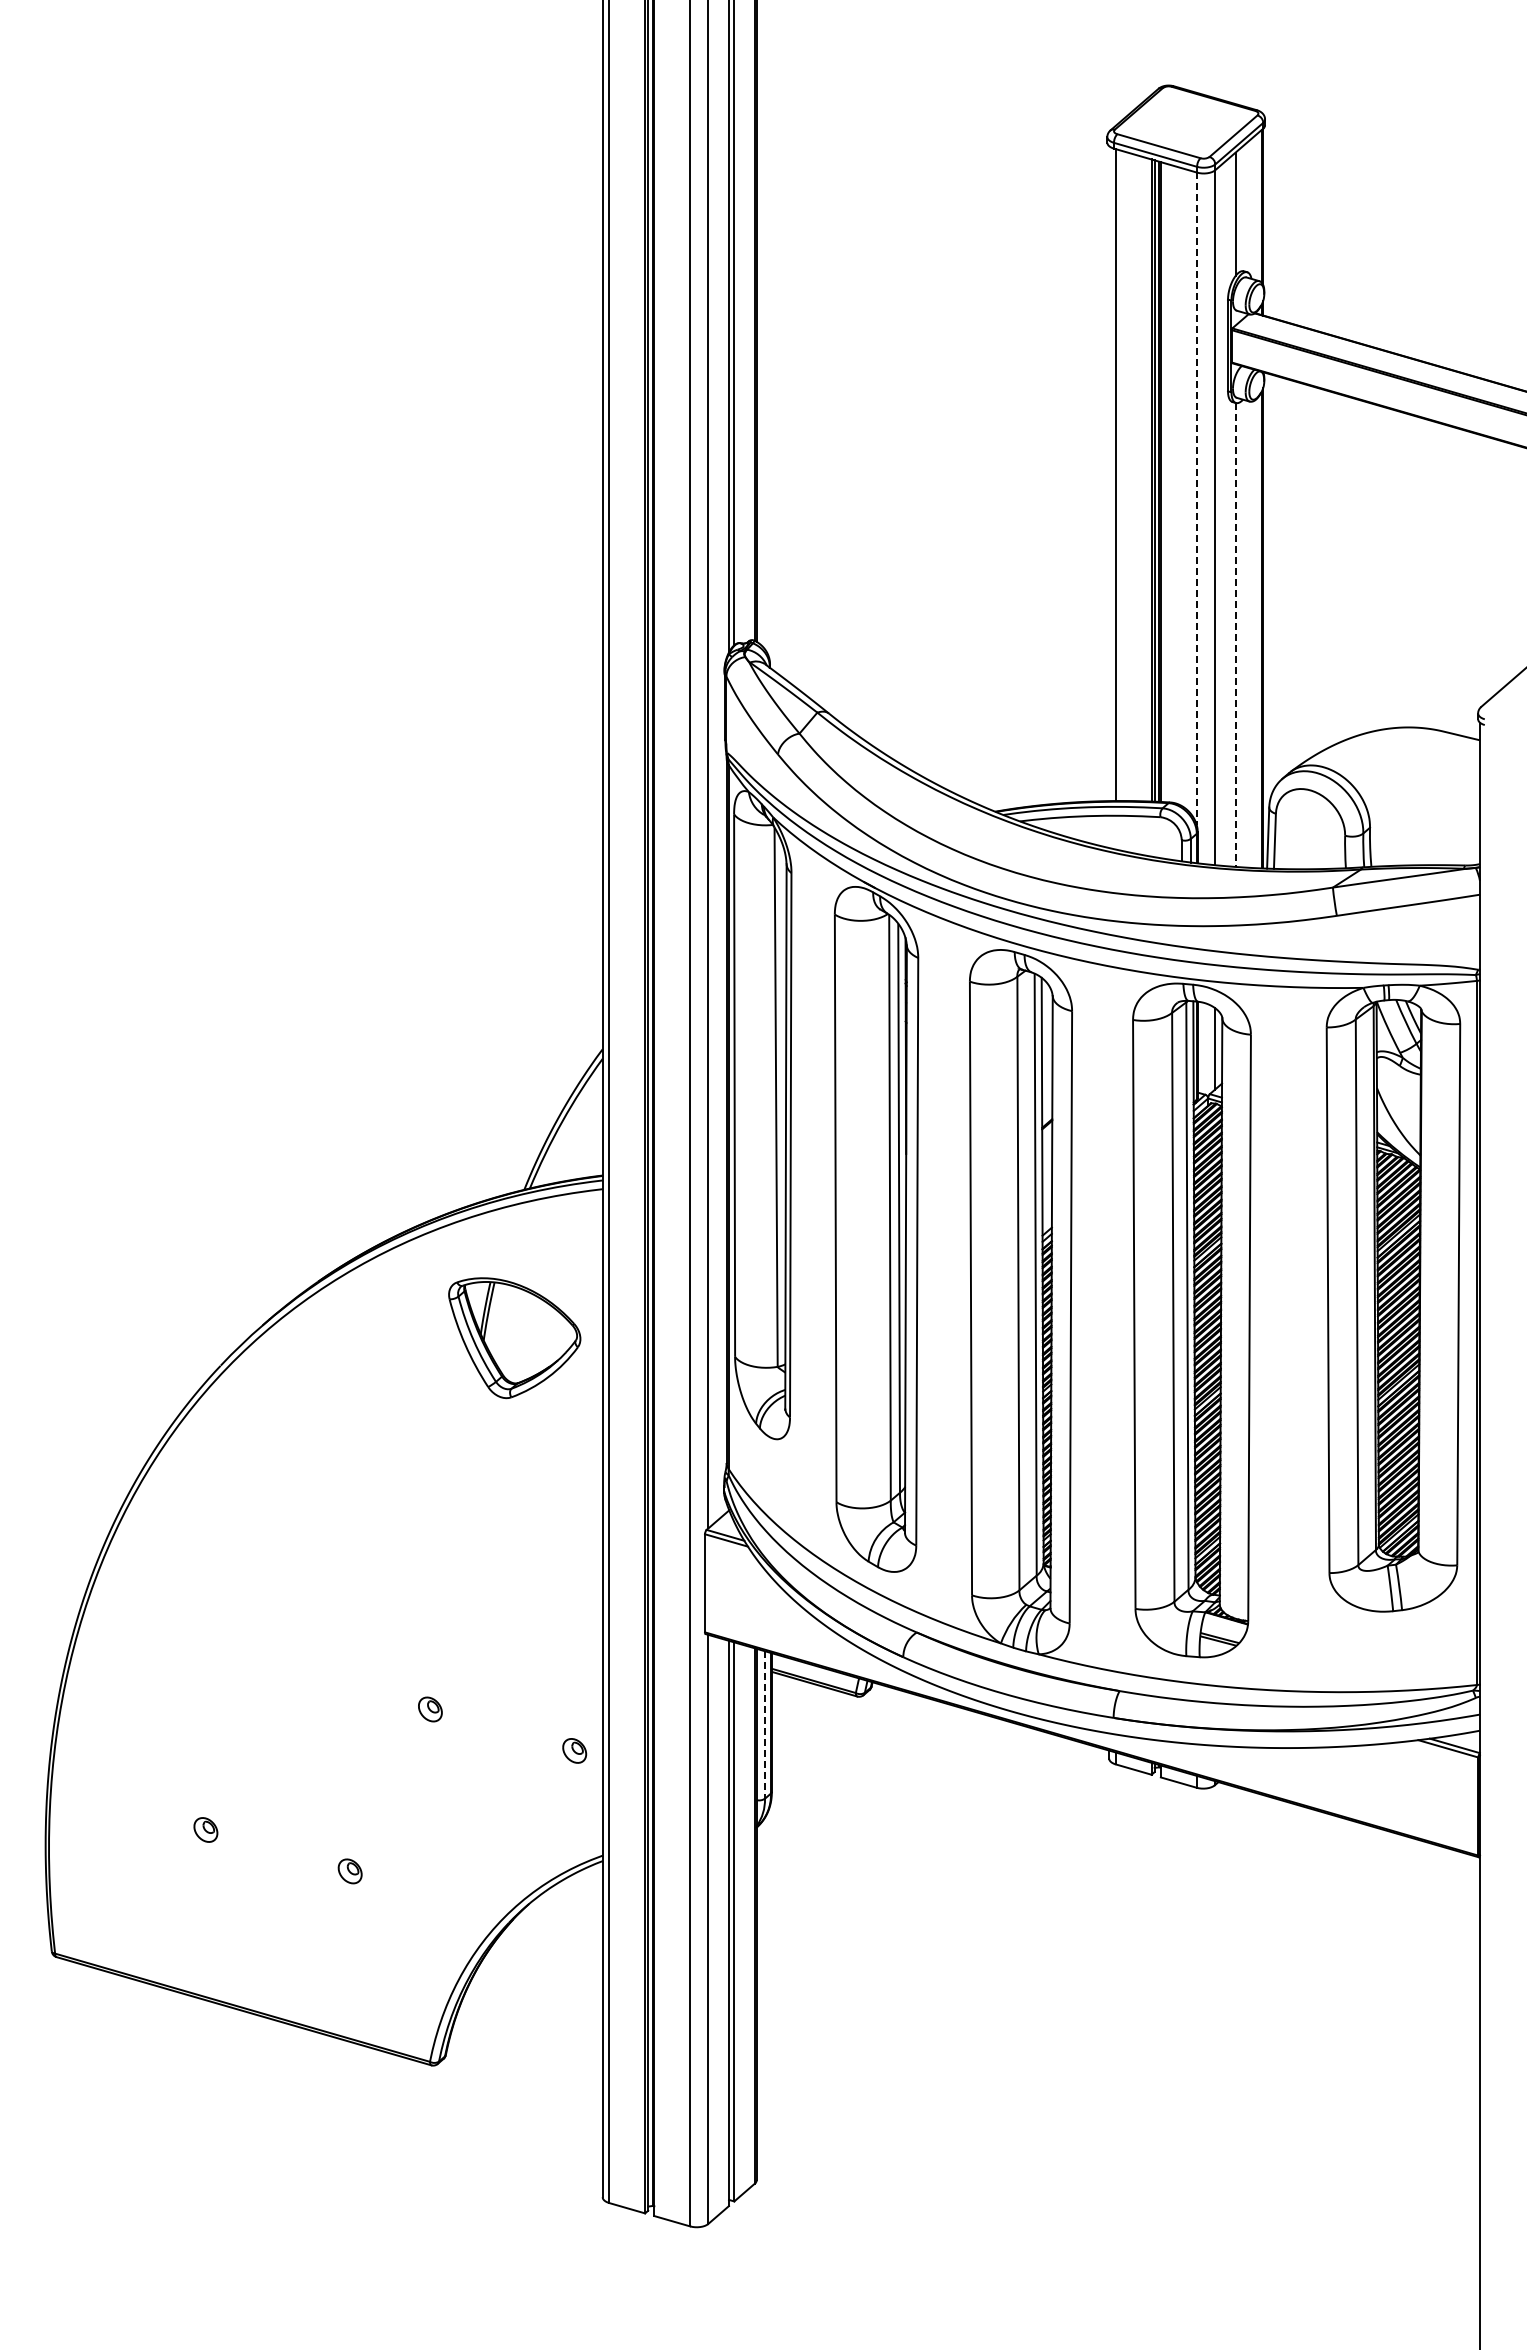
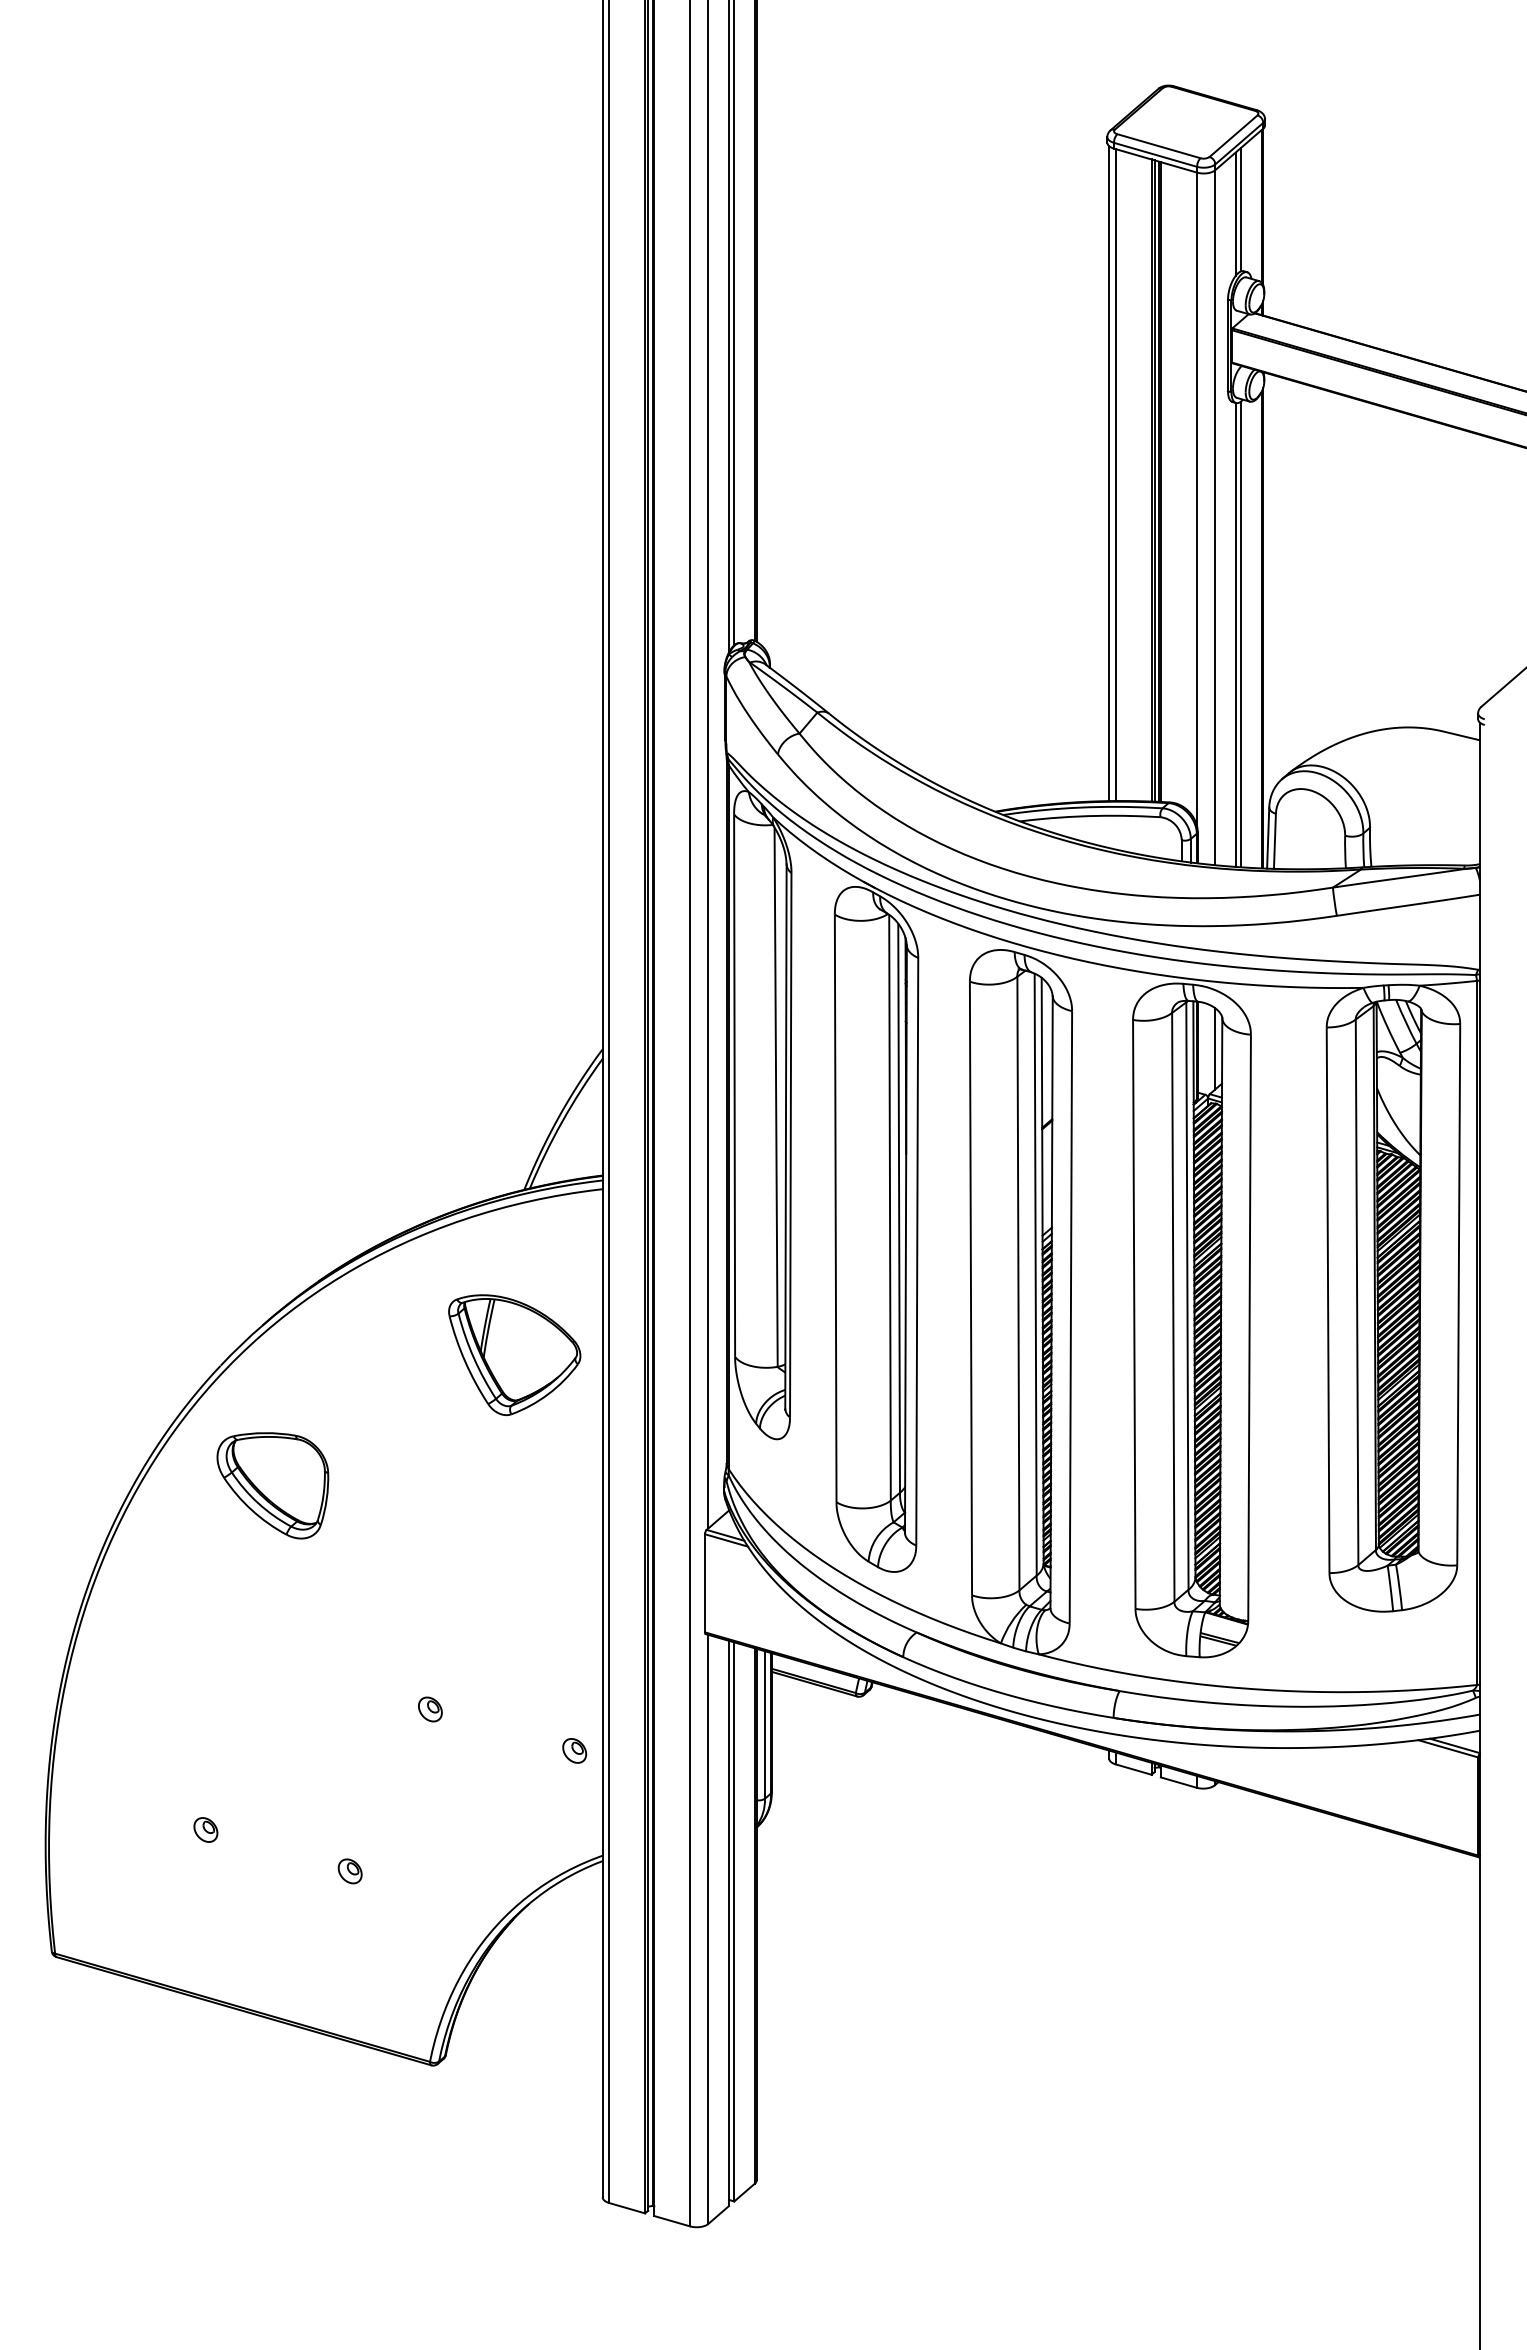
line at (1240, 209): none -> present
line at (1109, 473): none -> present
line at (1196, 499): dashed -> solid
line at (1235, 634): dashed -> solid
line at (1240, 634): none -> present
part at (514, 1338) position: (514, 1338) -> (514, 1355)
part at (272, 1485): none -> present
line at (764, 1724): dashed -> solid
